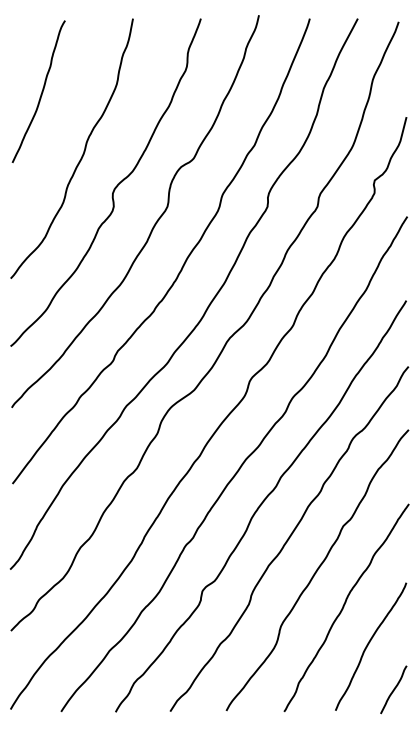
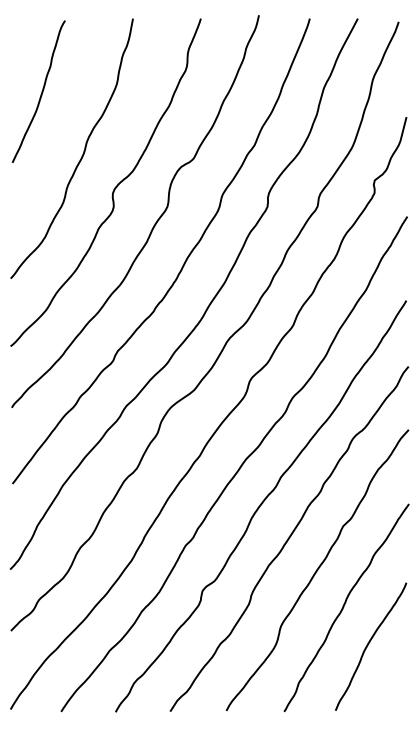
curve at (393, 689): present -> none
